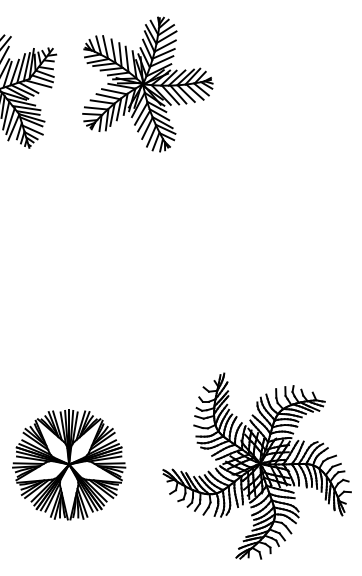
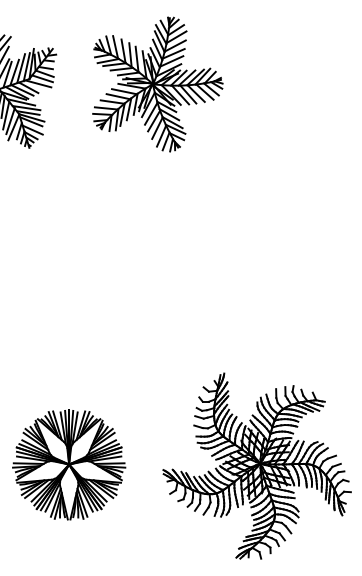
part at (147, 84) position: (147, 84) -> (157, 84)
